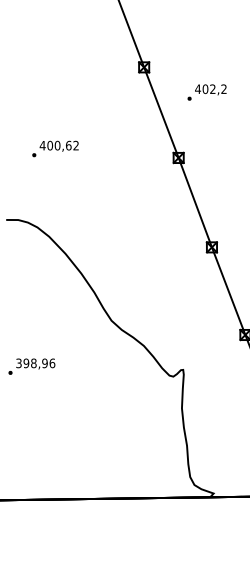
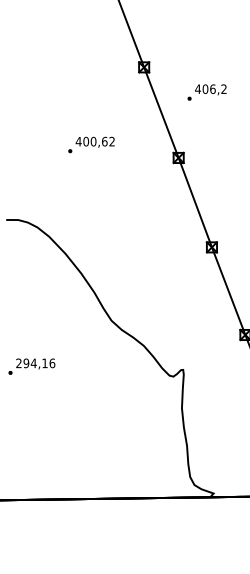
text at (212, 88): 402,2 -> 406,2
text at (55, 148) position: (55, 148) -> (91, 144)
text at (31, 363): 398,96 -> 294,16
